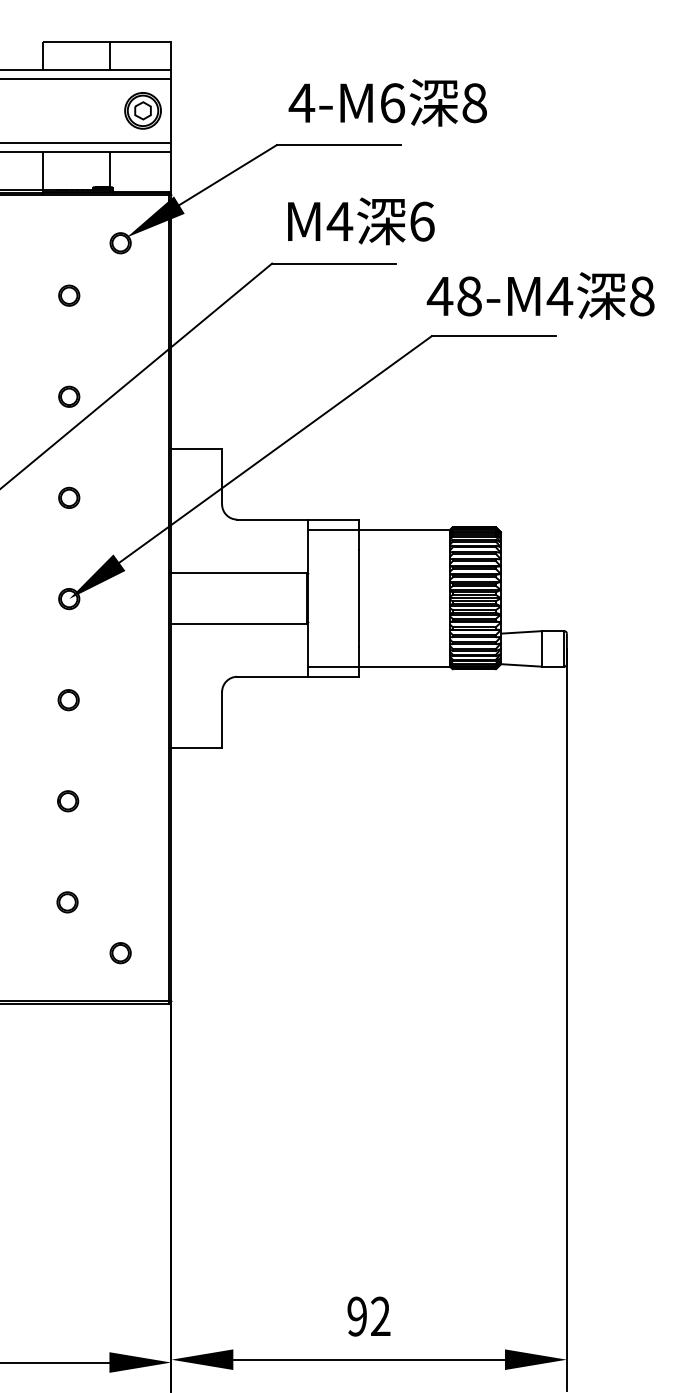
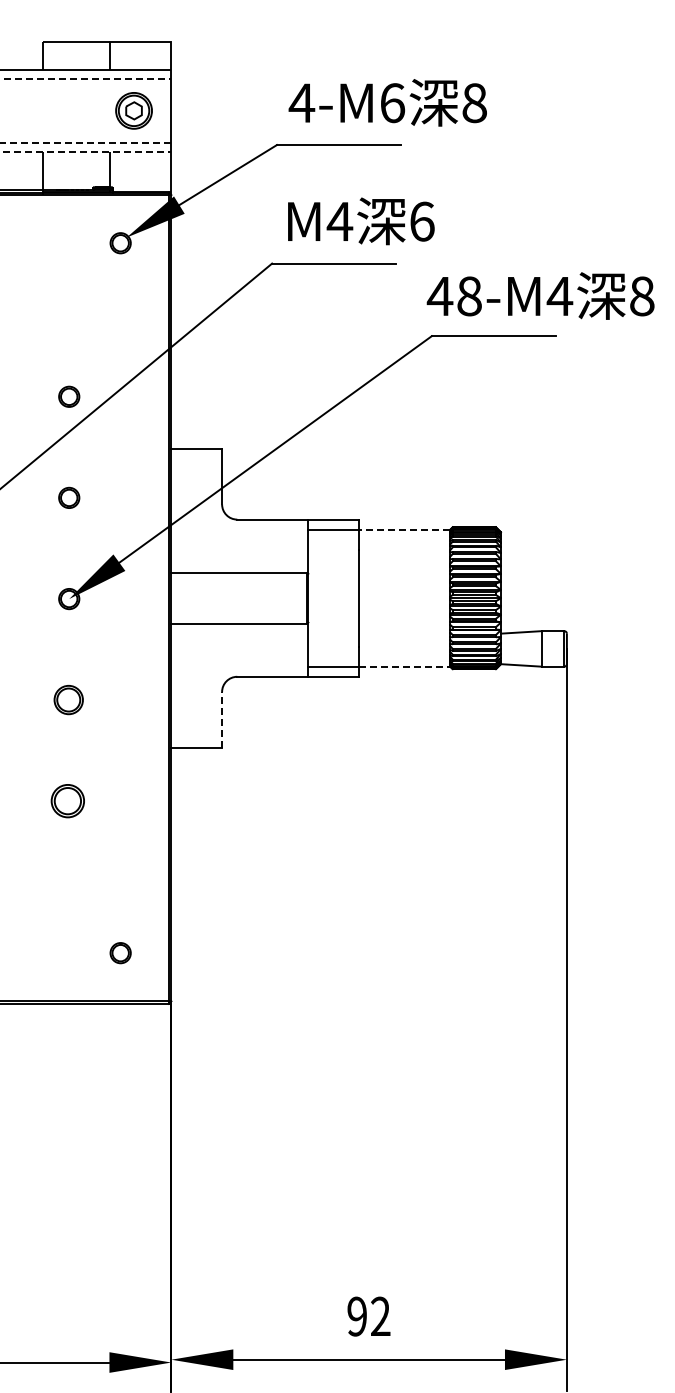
line at (86, 79): solid -> dashed
part at (142, 110) position: (142, 110) -> (133, 110)
line at (85, 143): solid -> dashed
line at (86, 151): solid -> dashed
part at (69, 295): present -> none
line at (404, 529): solid -> dashed
line at (404, 666): solid -> dashed
part at (68, 700) size: 23x23 px -> 31x31 px
line at (222, 719): solid -> dashed
part at (68, 801) size: 23x23 px -> 35x35 px
part at (67, 902): present -> none
